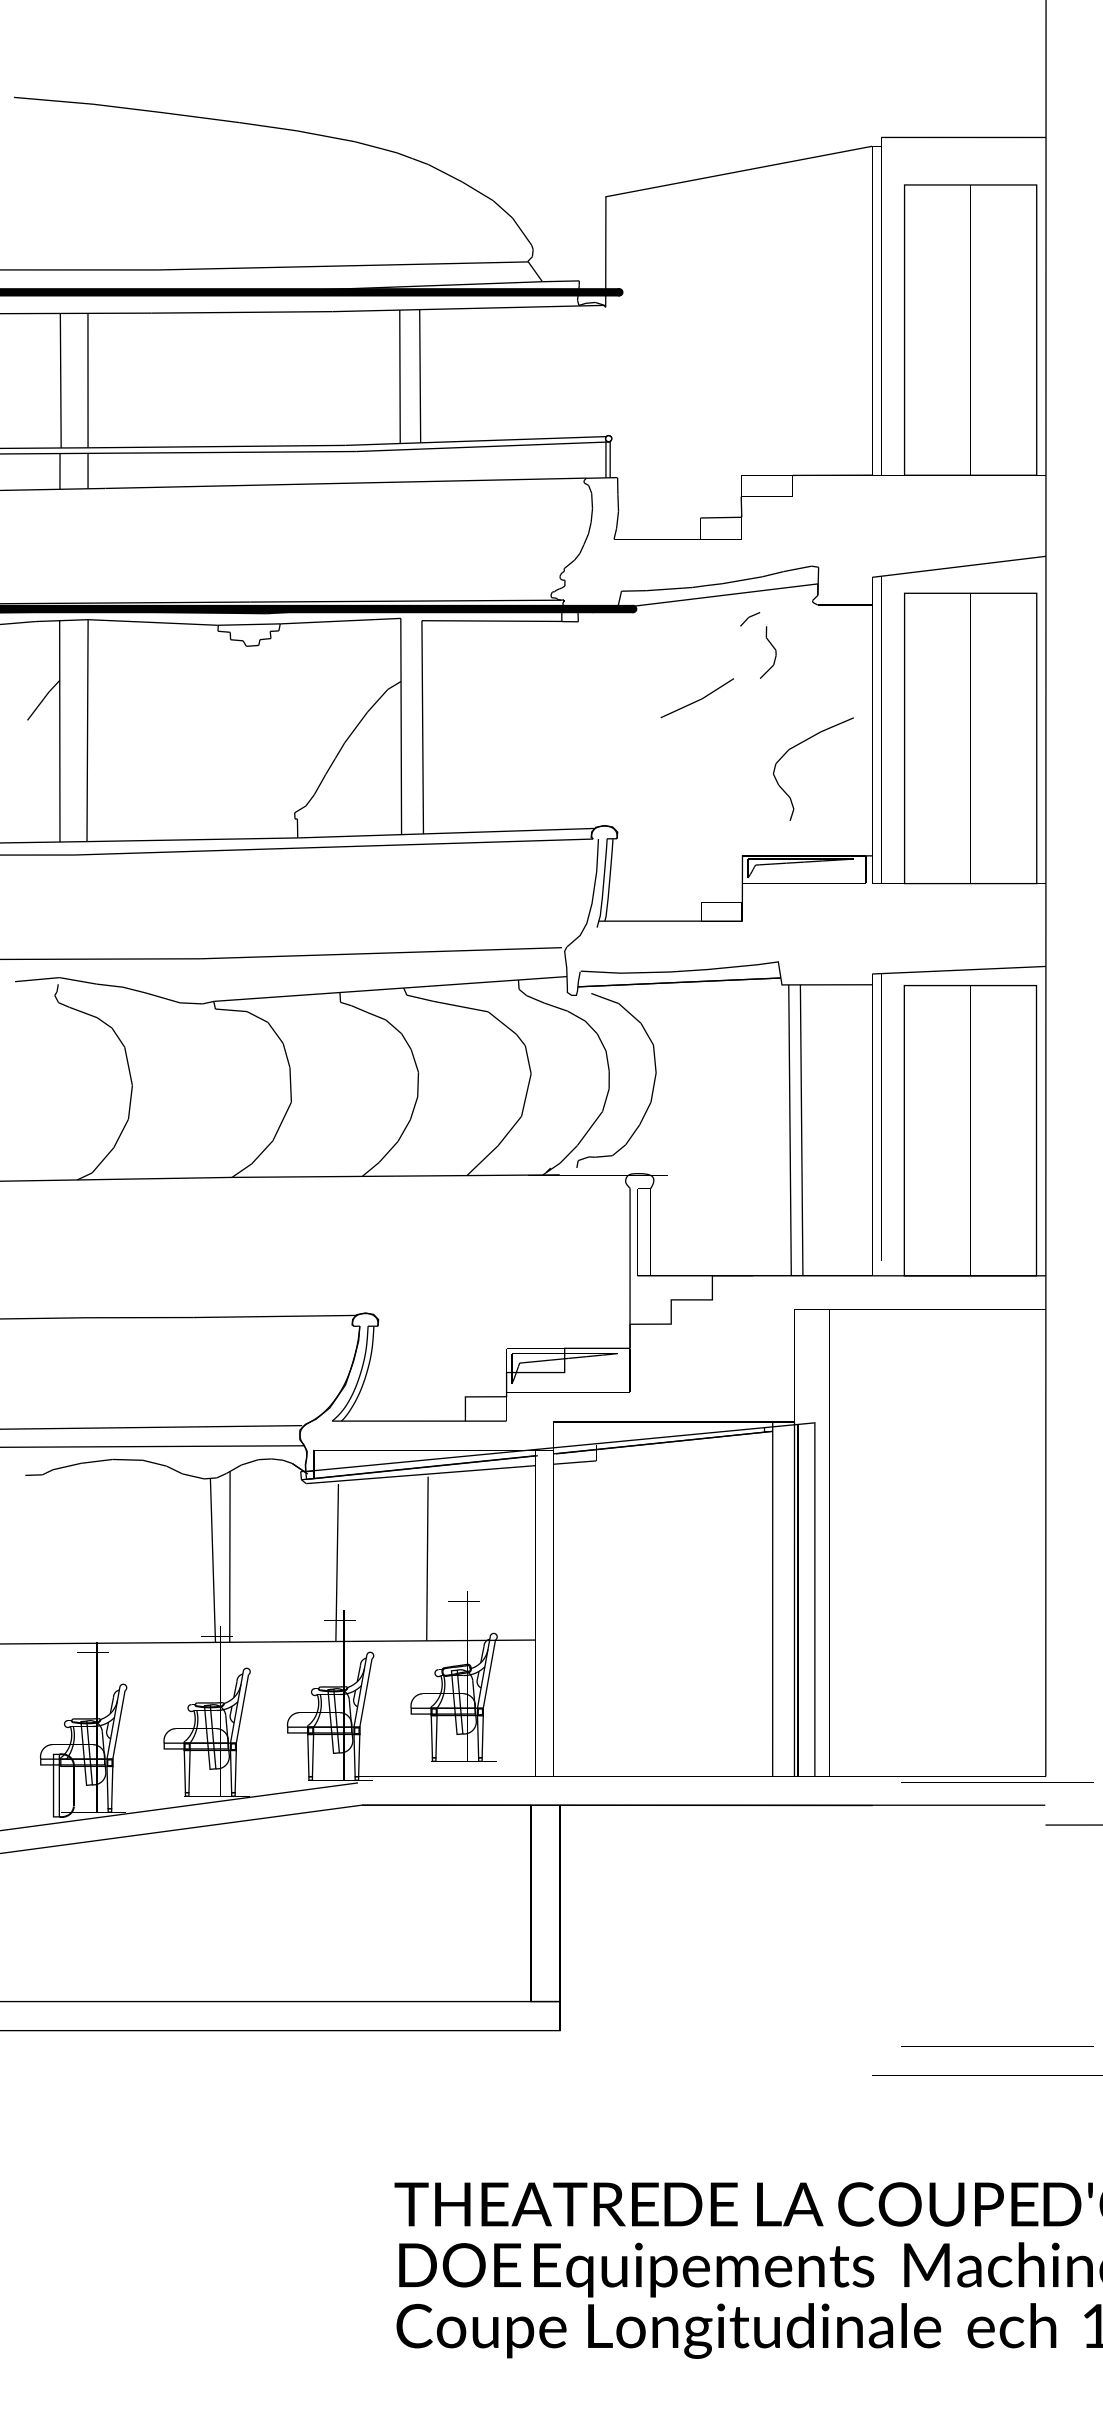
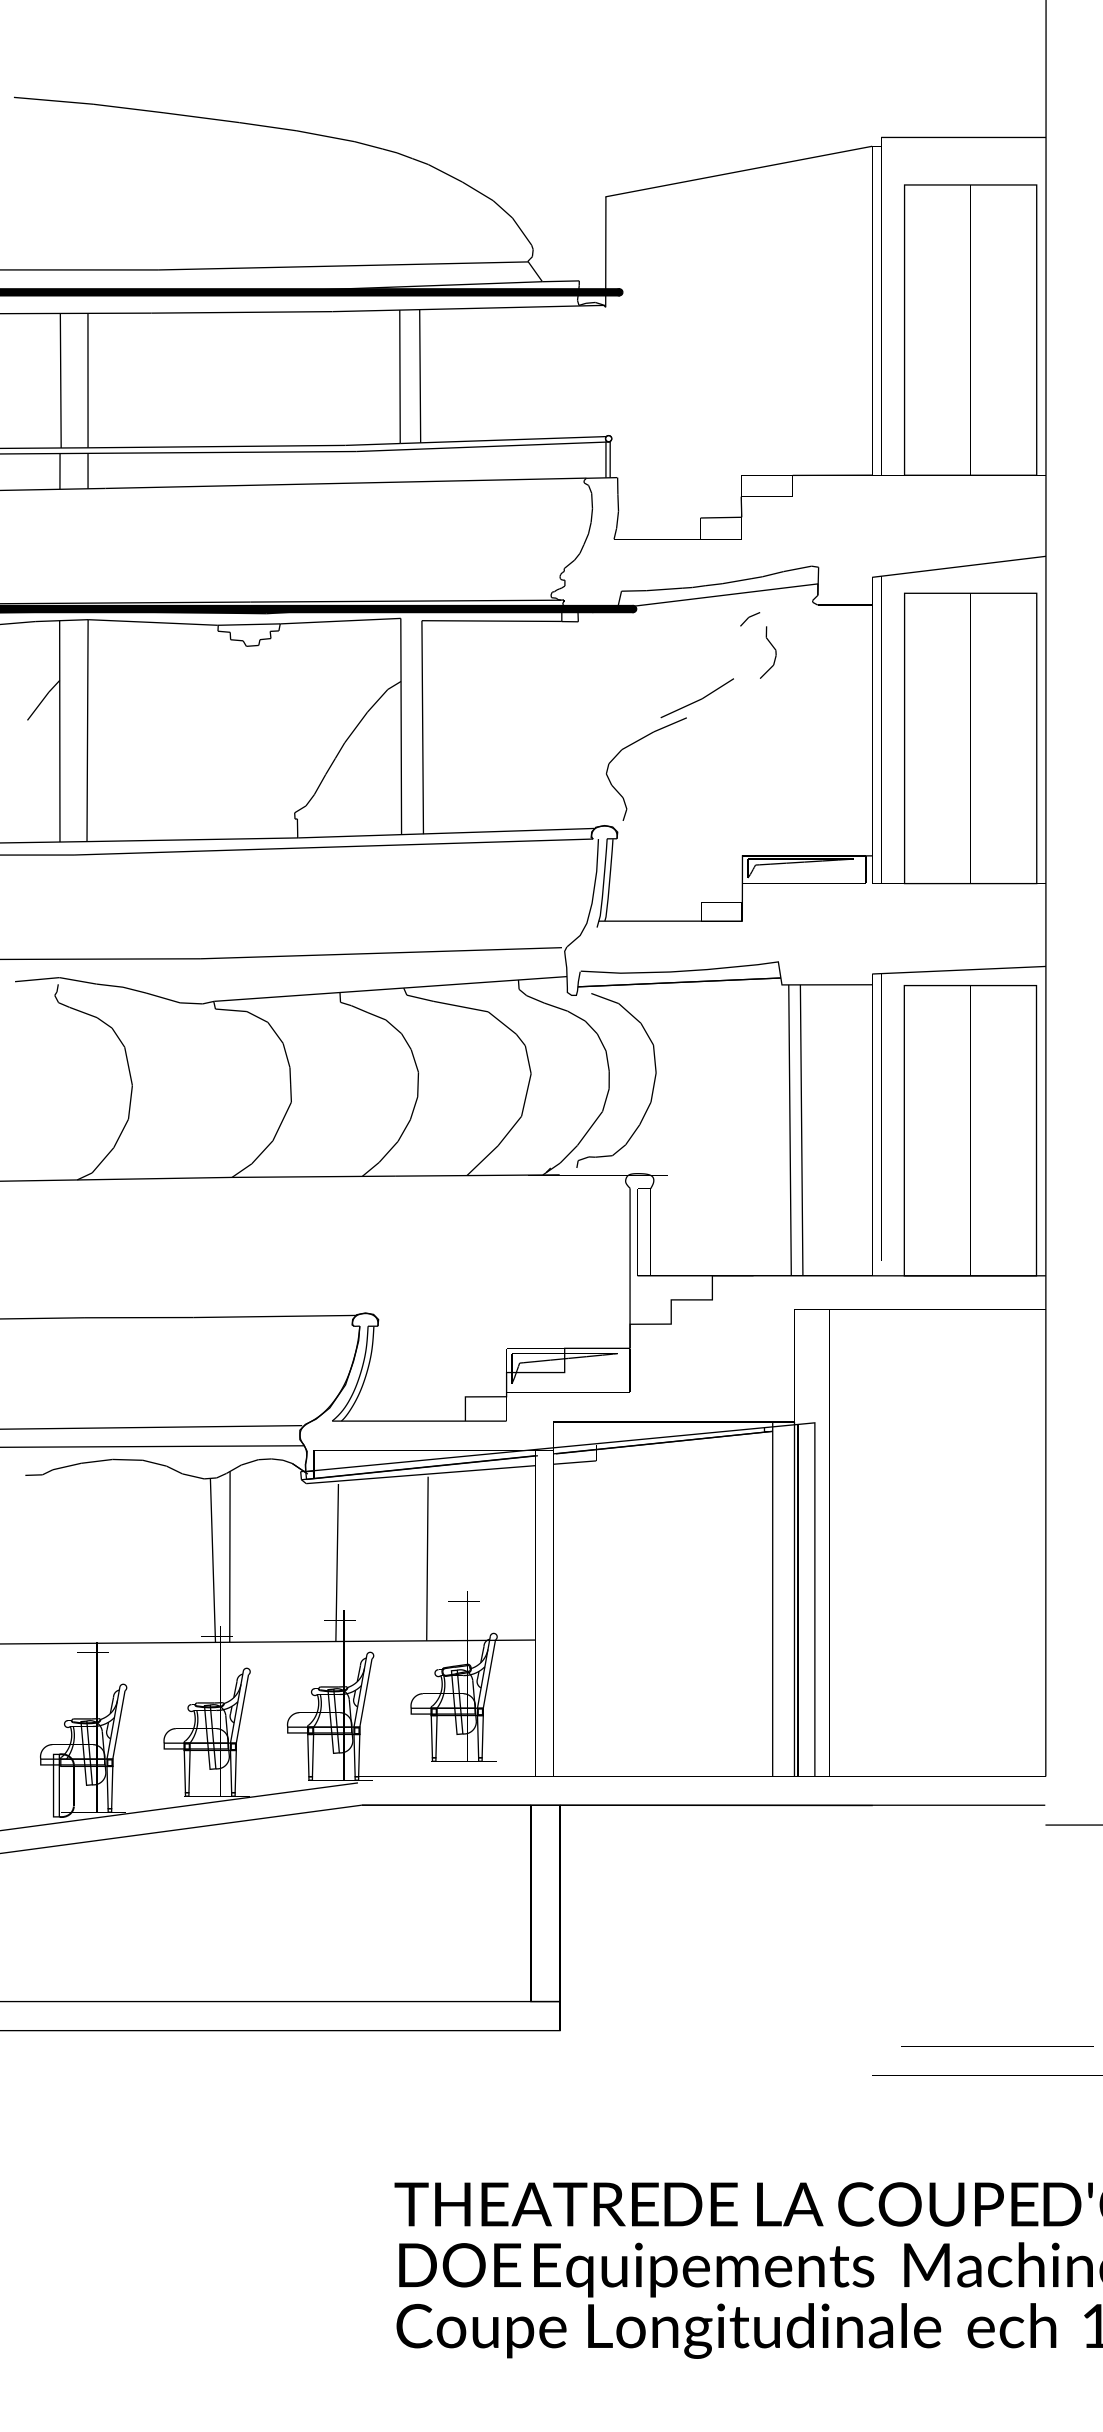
part at (796, 746) position: (796, 746) -> (629, 746)
line at (997, 1782): present -> none
